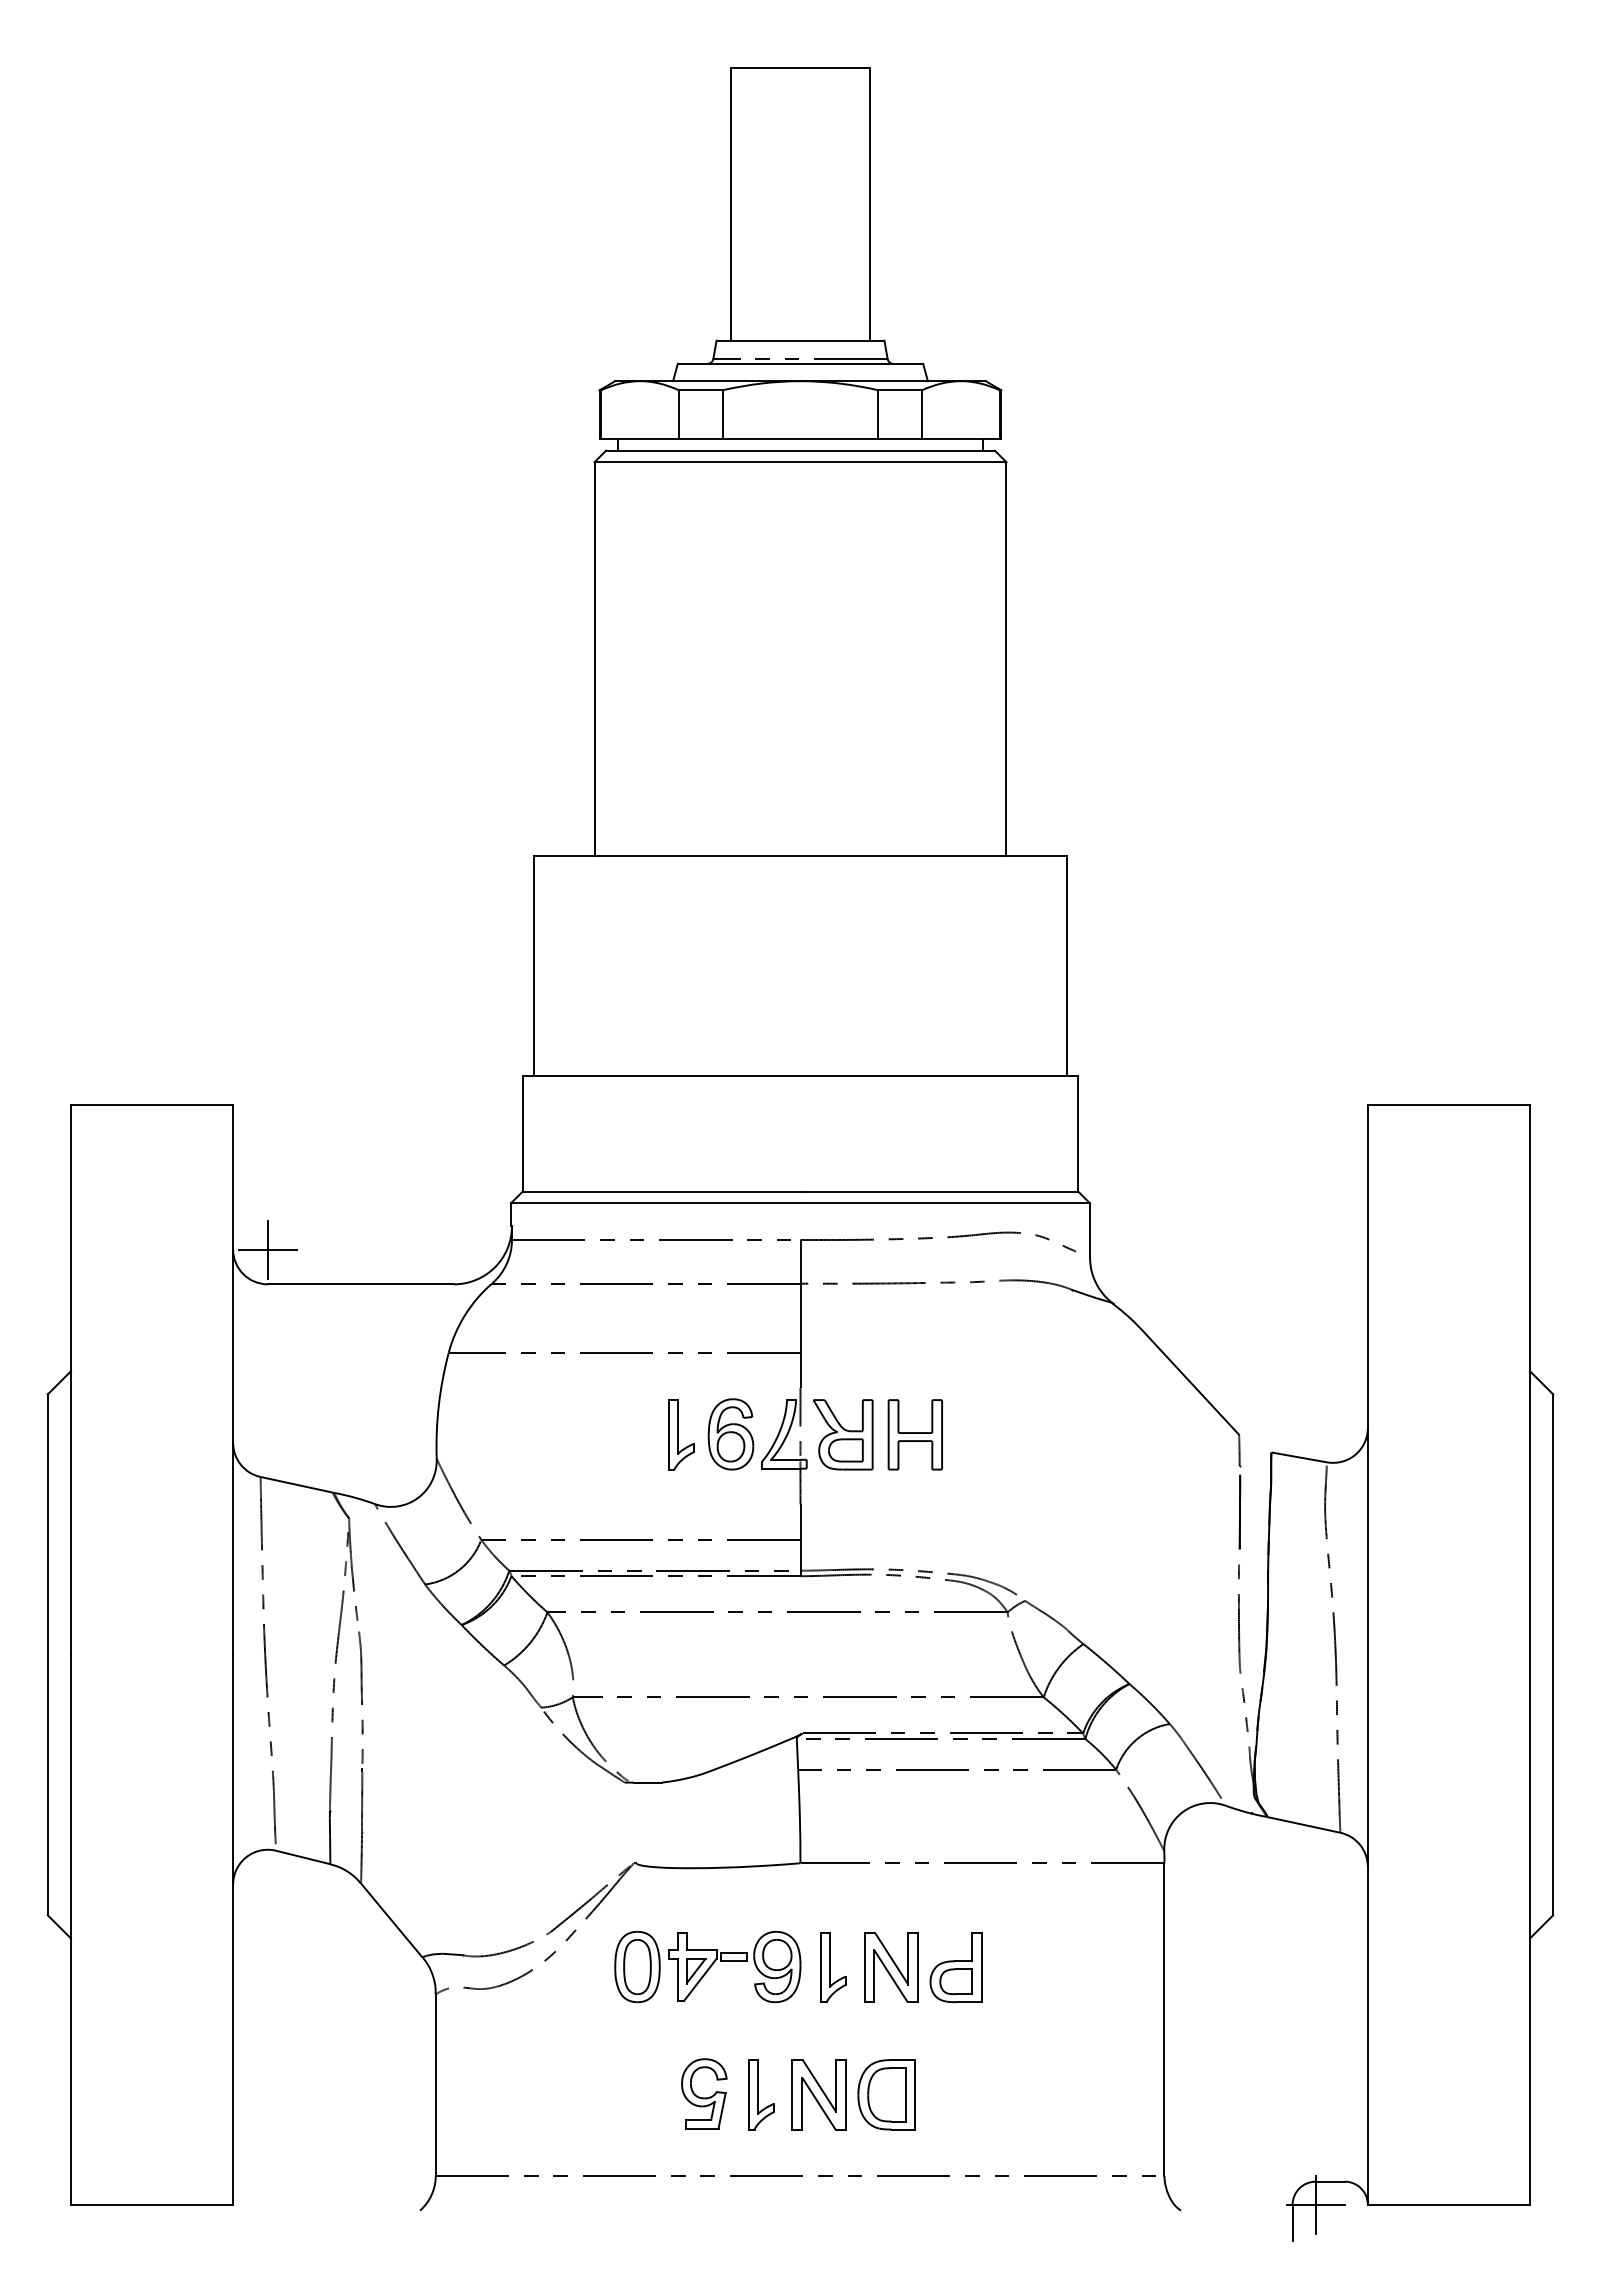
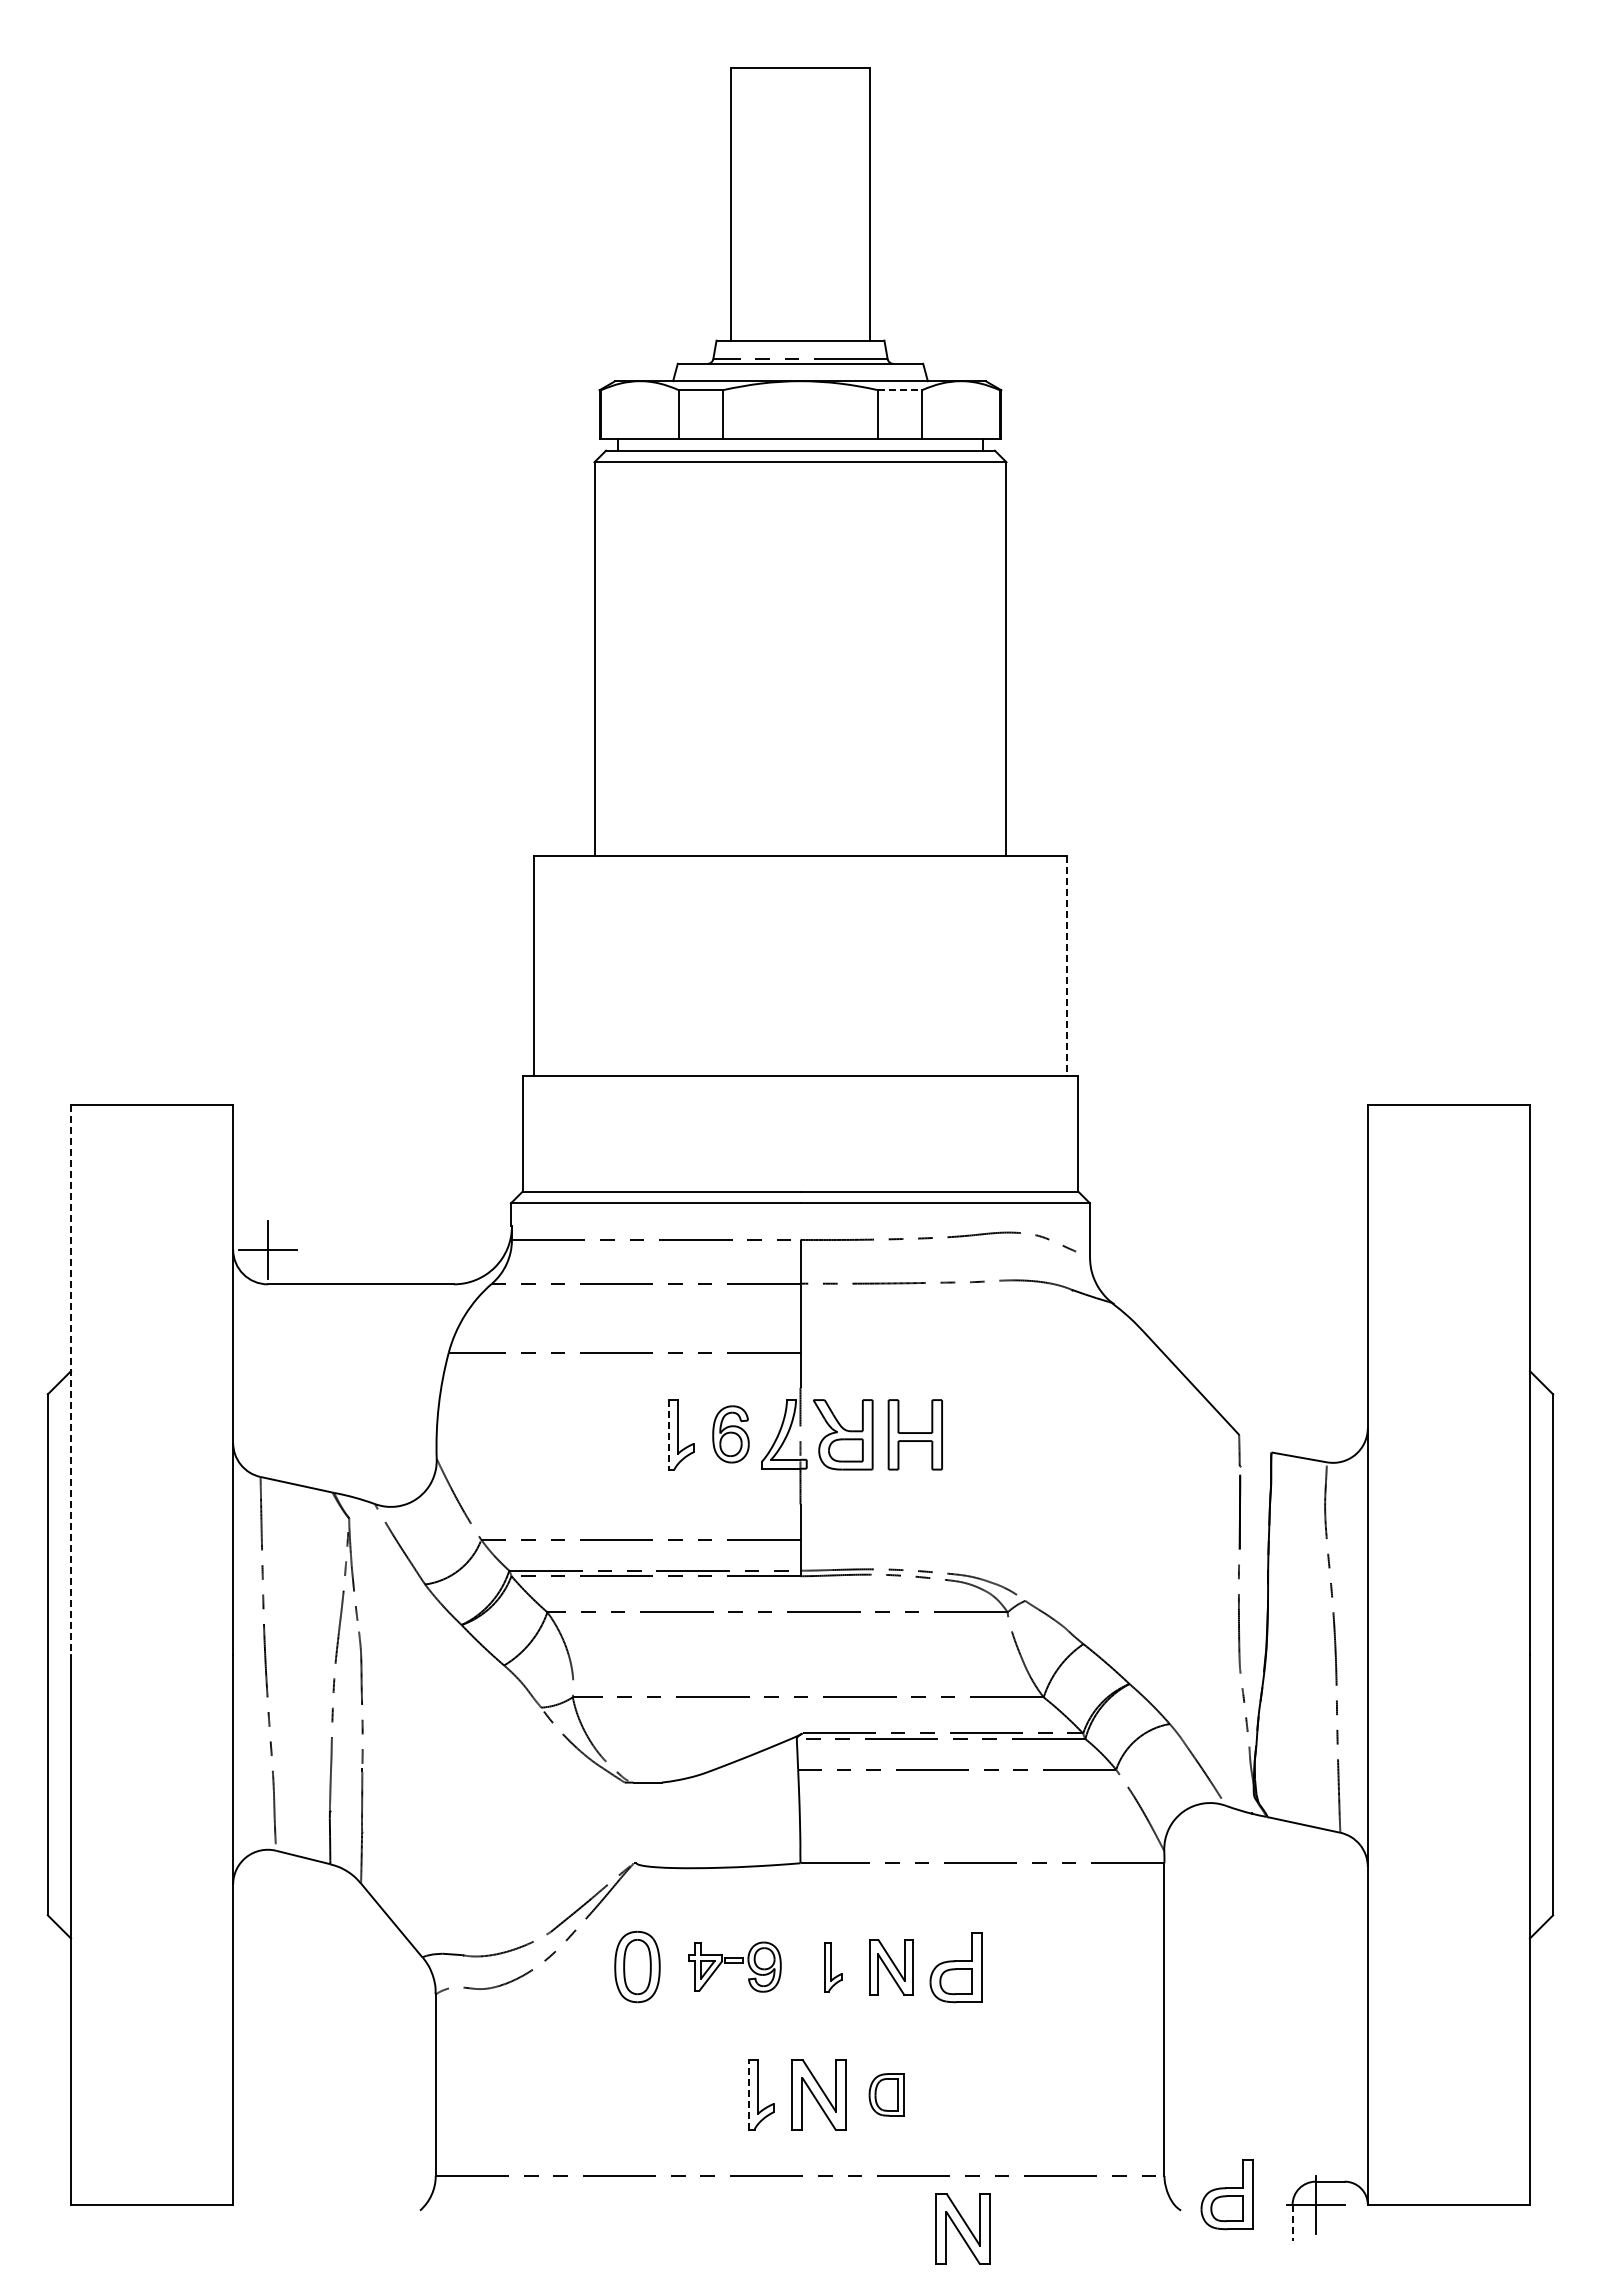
line at (900, 390): solid -> dashed
line at (1066, 965): solid -> dashed
line at (71, 1379): solid -> dashed
line at (668, 1434): solid -> dashed
part at (730, 1434) size: 48x73 px -> 38x59 px
part at (734, 1967) size: 134x73 px -> 94x52 px
part at (833, 1967) size: 27x71 px -> 19x51 px
part at (891, 1967) size: 55x71 px -> 45x57 px
part at (704, 2093): present -> none
line at (748, 2094): solid -> dashed
part at (886, 2094) size: 59x72 px -> 37x44 px
part at (1226, 2194): none -> present
line at (1292, 2222): solid -> dashed
part at (962, 2228): none -> present
